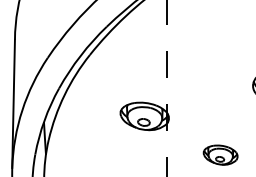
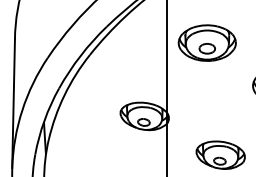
part at (206, 42): none -> present
line at (167, 88): dashed -> solid
part at (220, 154) size: 37x22 px -> 51x30 px
